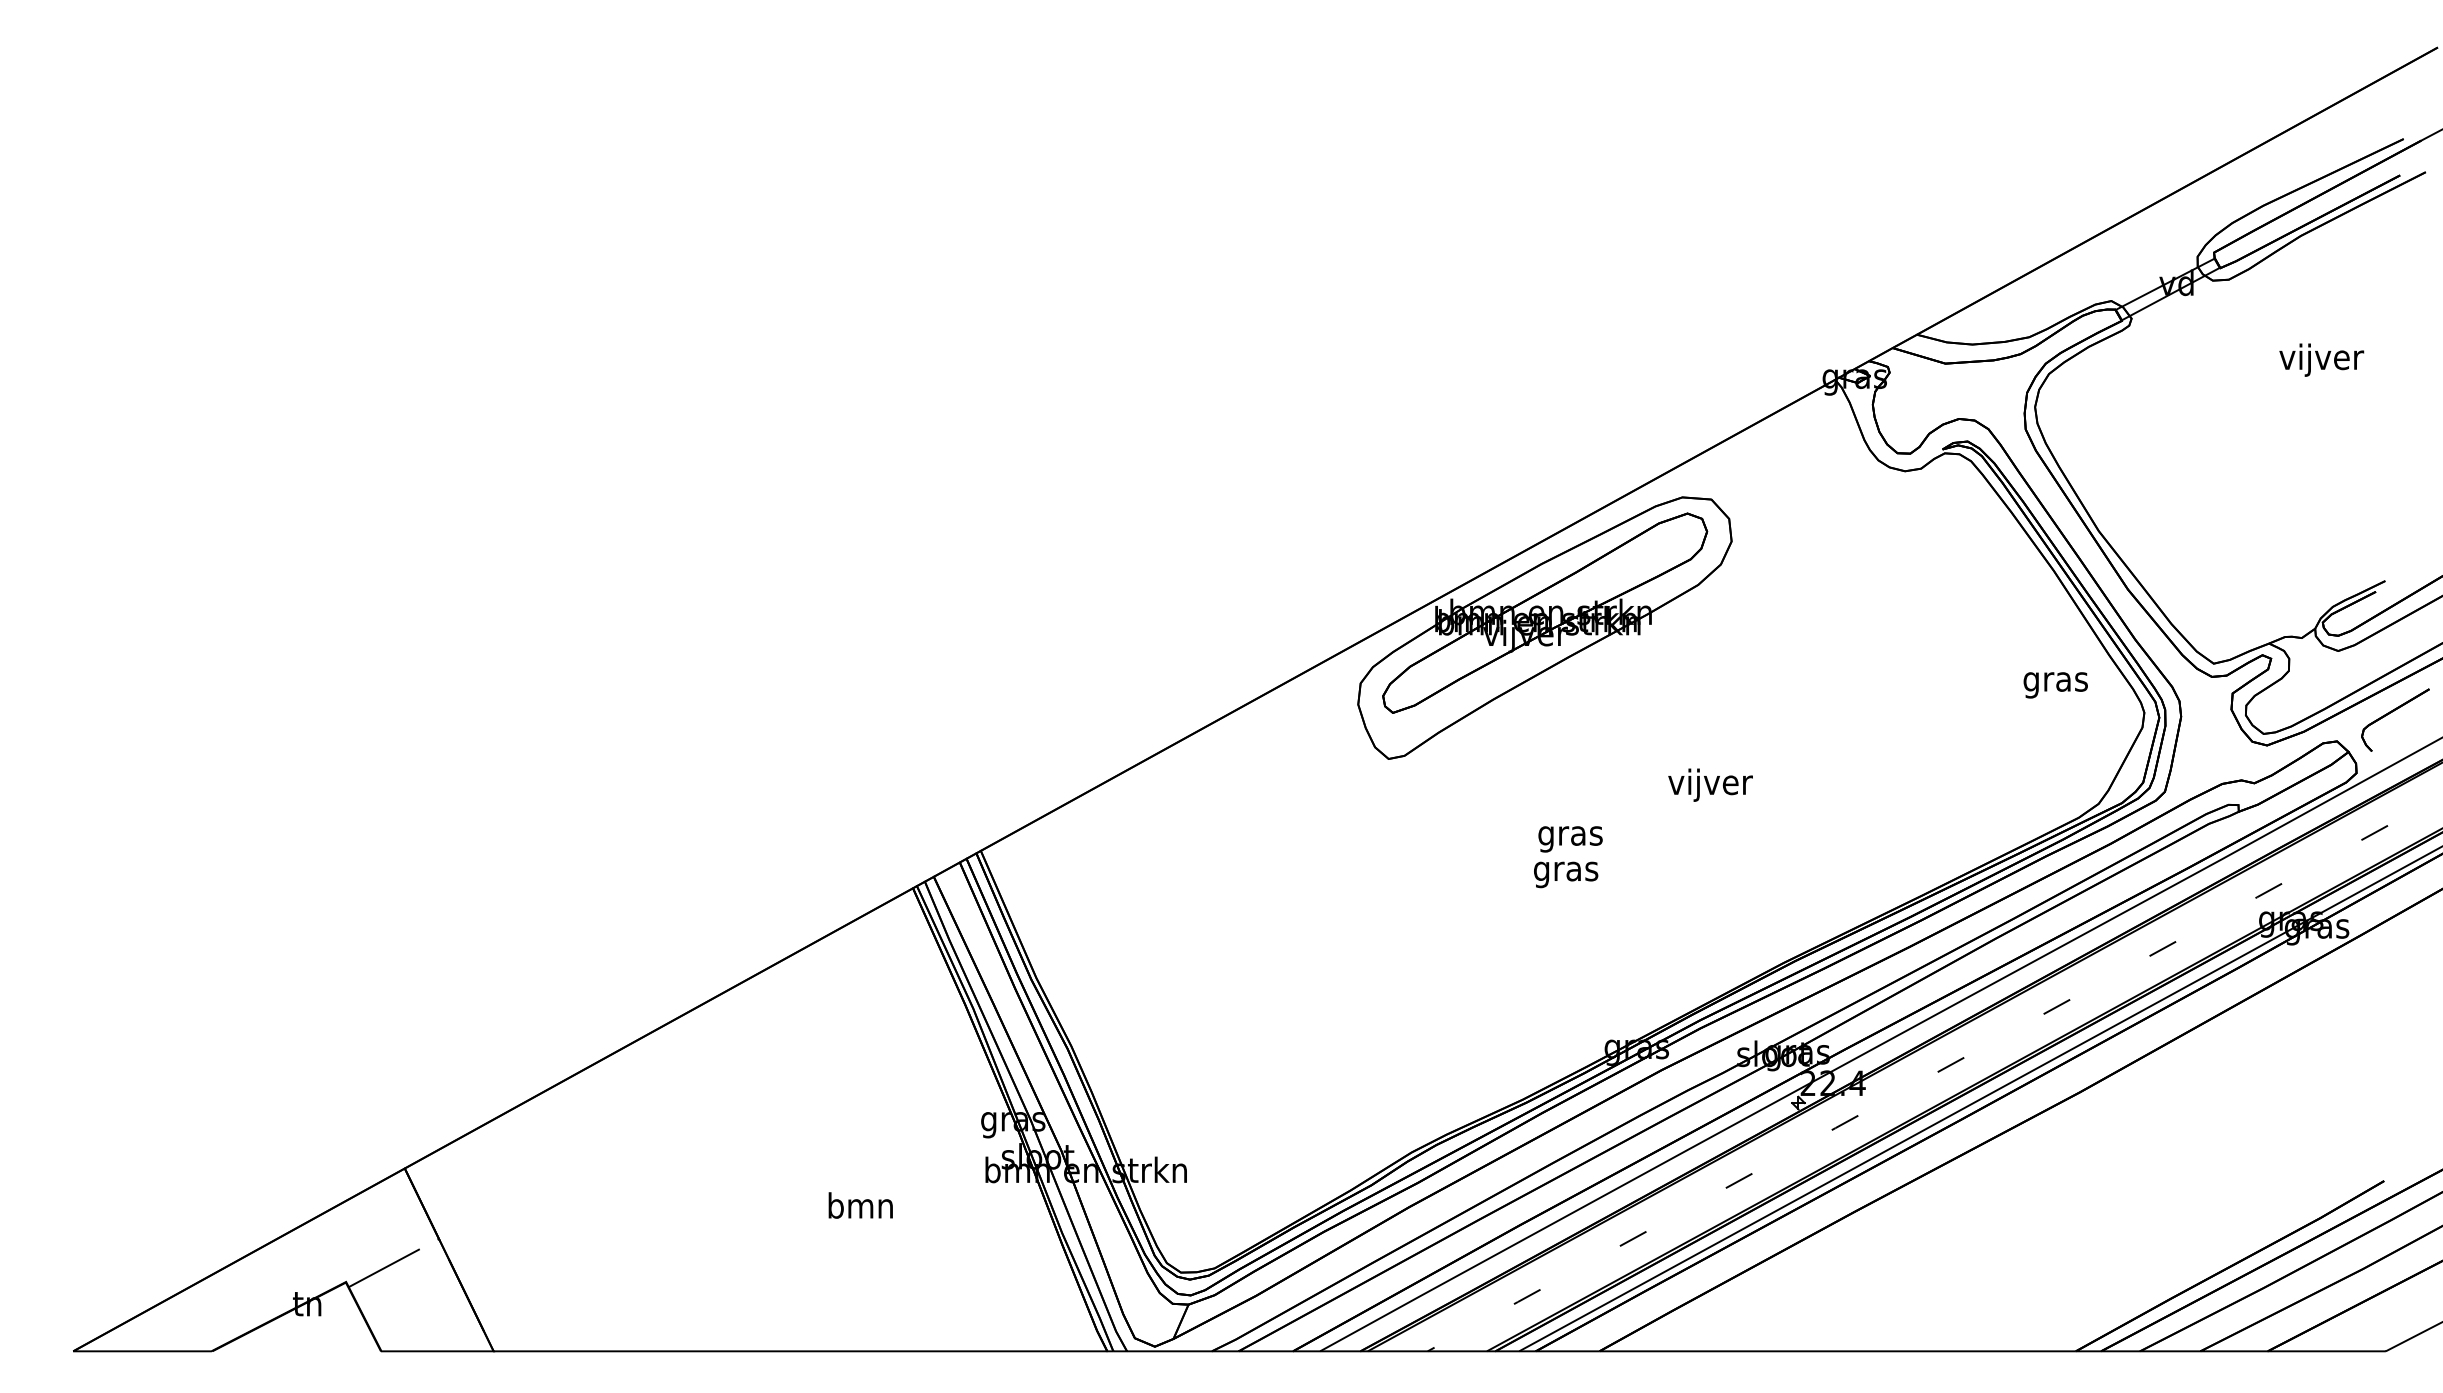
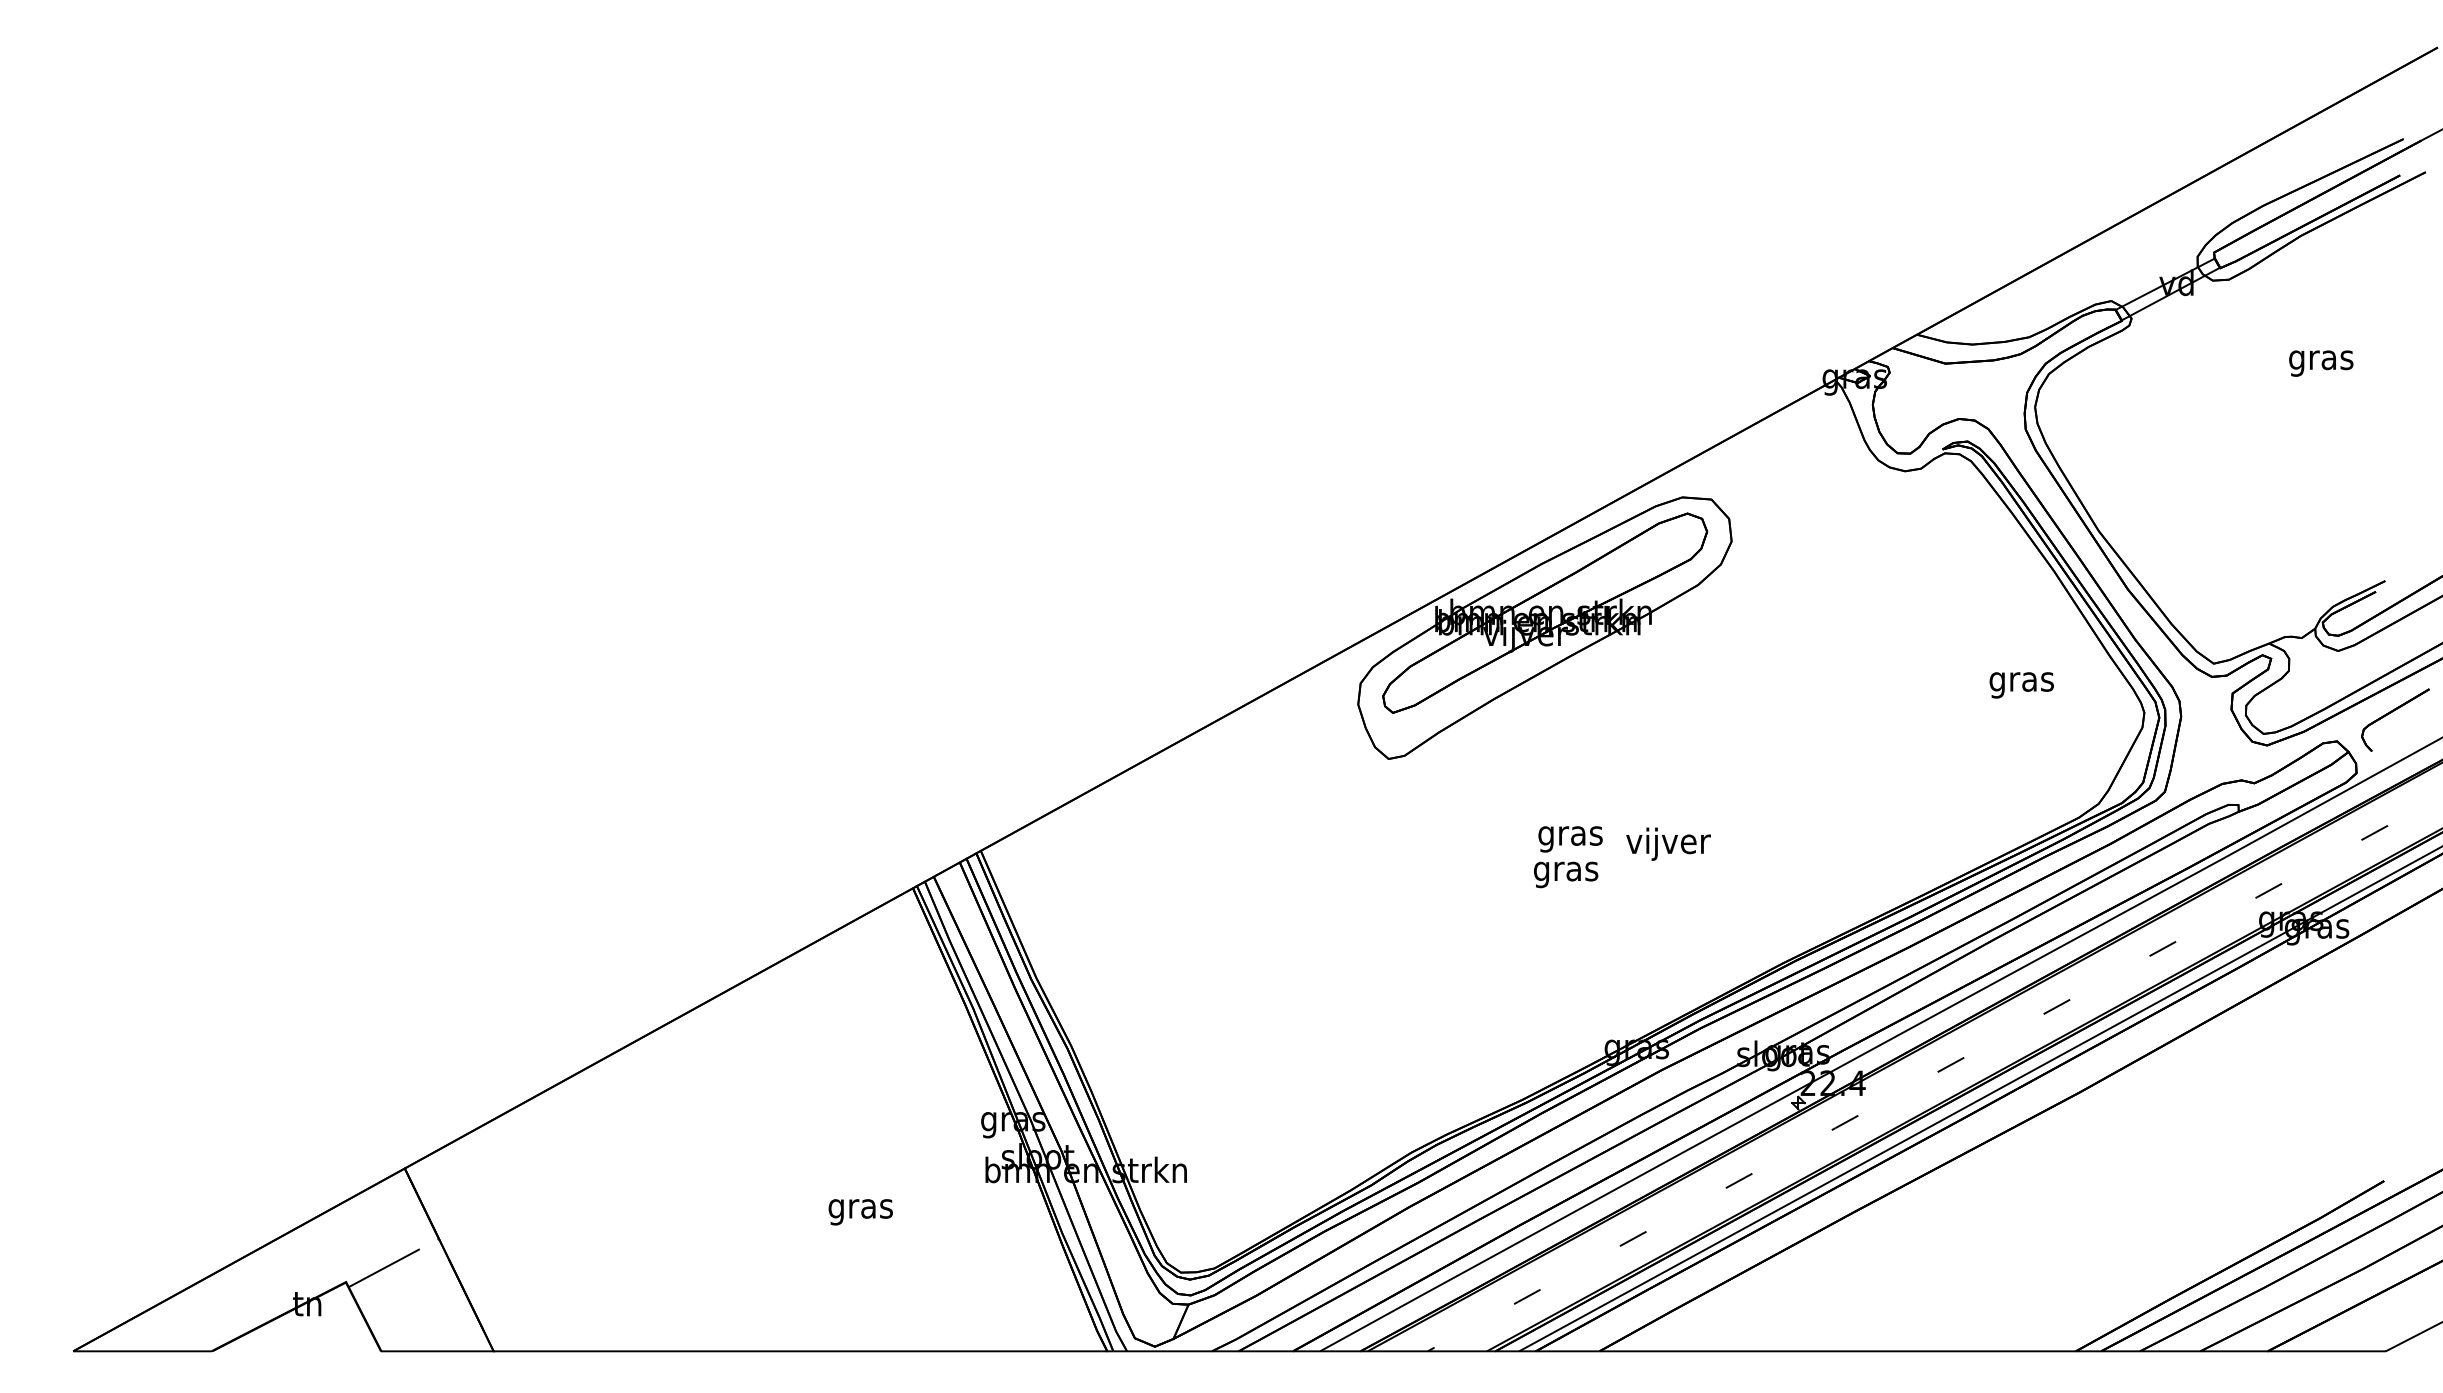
text at (2321, 359): vijver -> gras
text at (2055, 685) position: (2055, 685) -> (2021, 685)
text at (1710, 784) position: (1710, 784) -> (1668, 843)
text at (860, 1208): bmn -> gras
